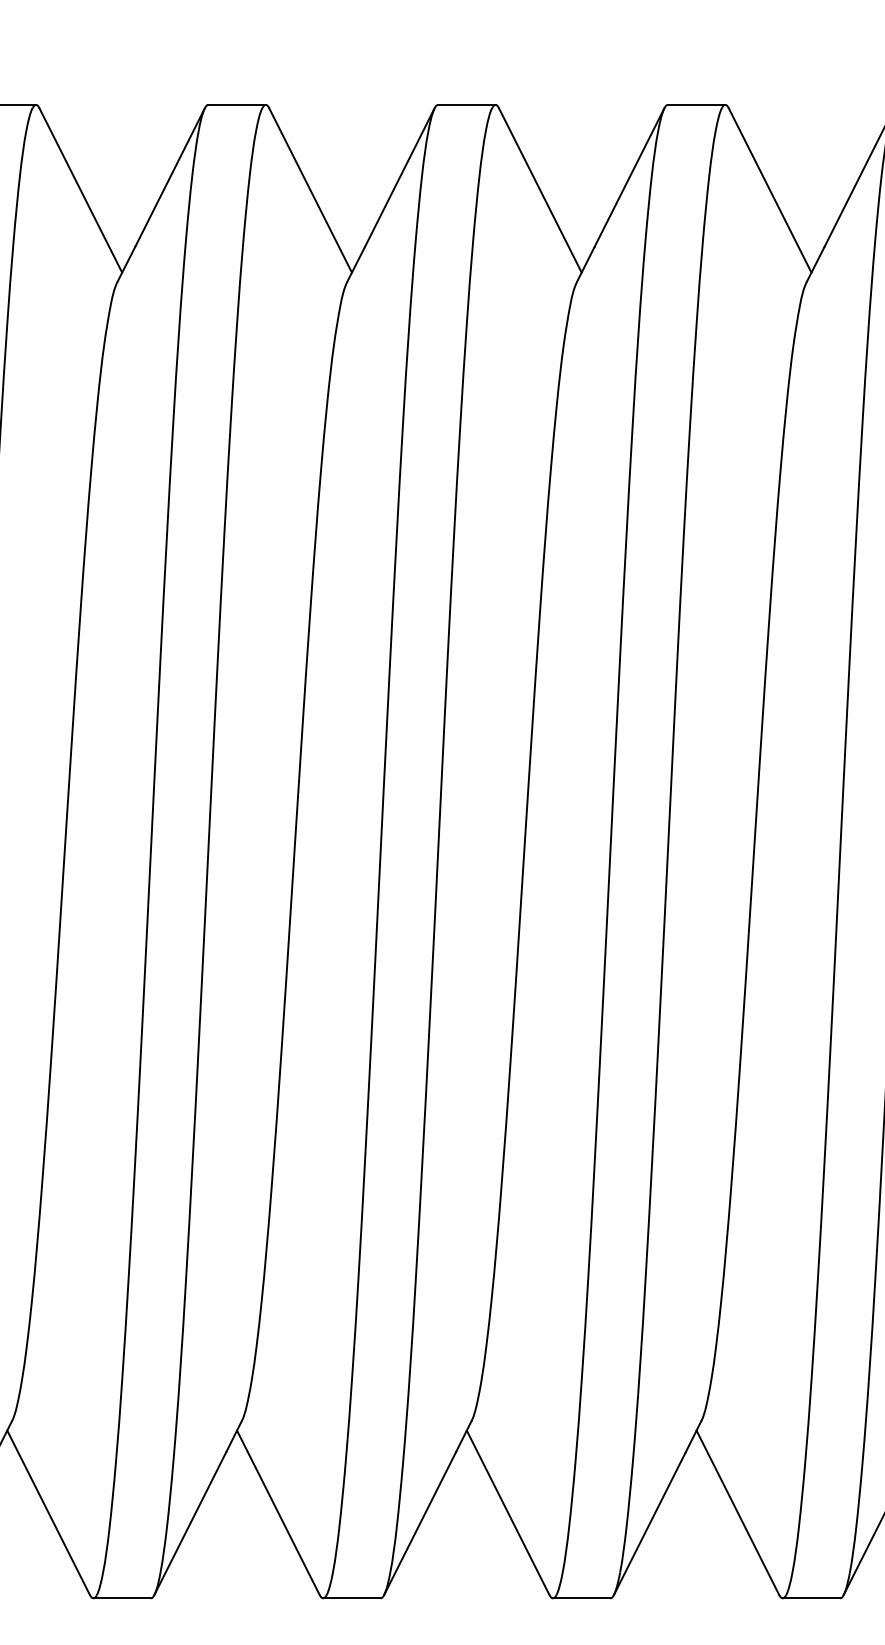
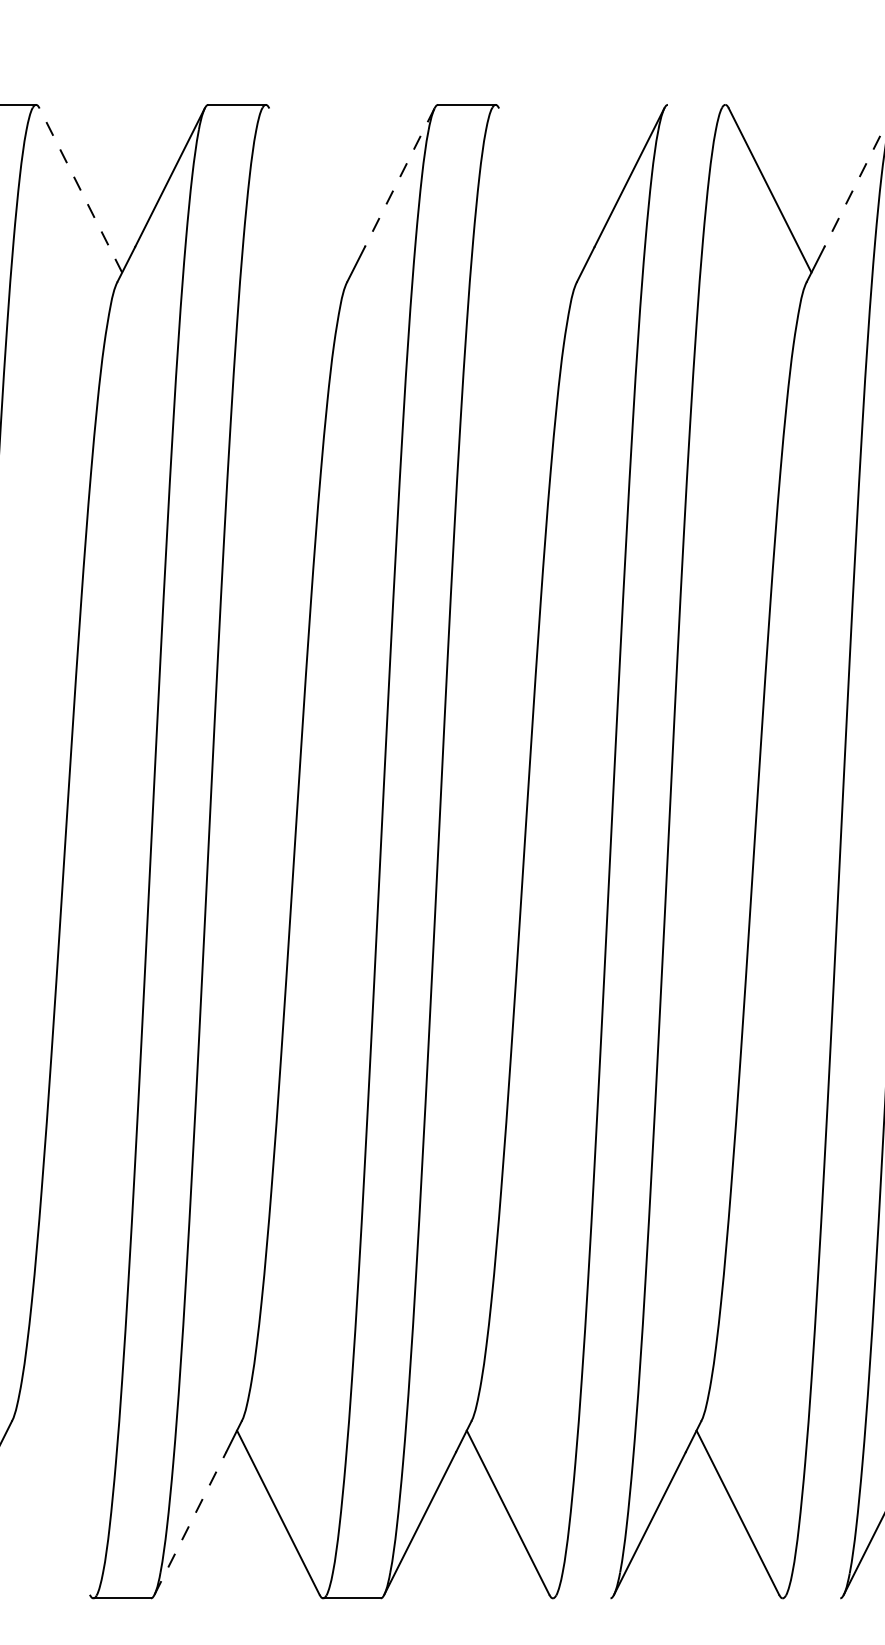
line at (696, 104): present -> none
line at (399, 178): solid -> dashed
line at (854, 187): solid -> dashed
line at (80, 190): solid -> dashed
line at (310, 190): present -> none
line at (540, 190): present -> none
line at (48, 1512): present -> none
line at (190, 1523): solid -> dashed
line at (581, 1598): present -> none
line at (811, 1598): present -> none
